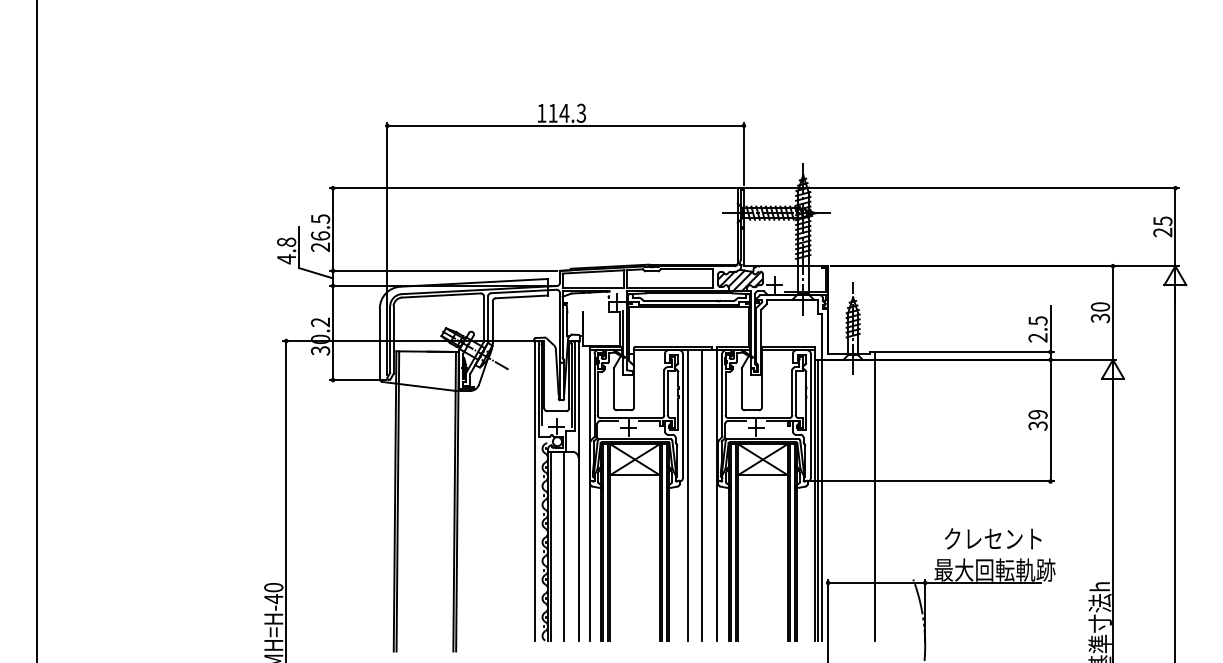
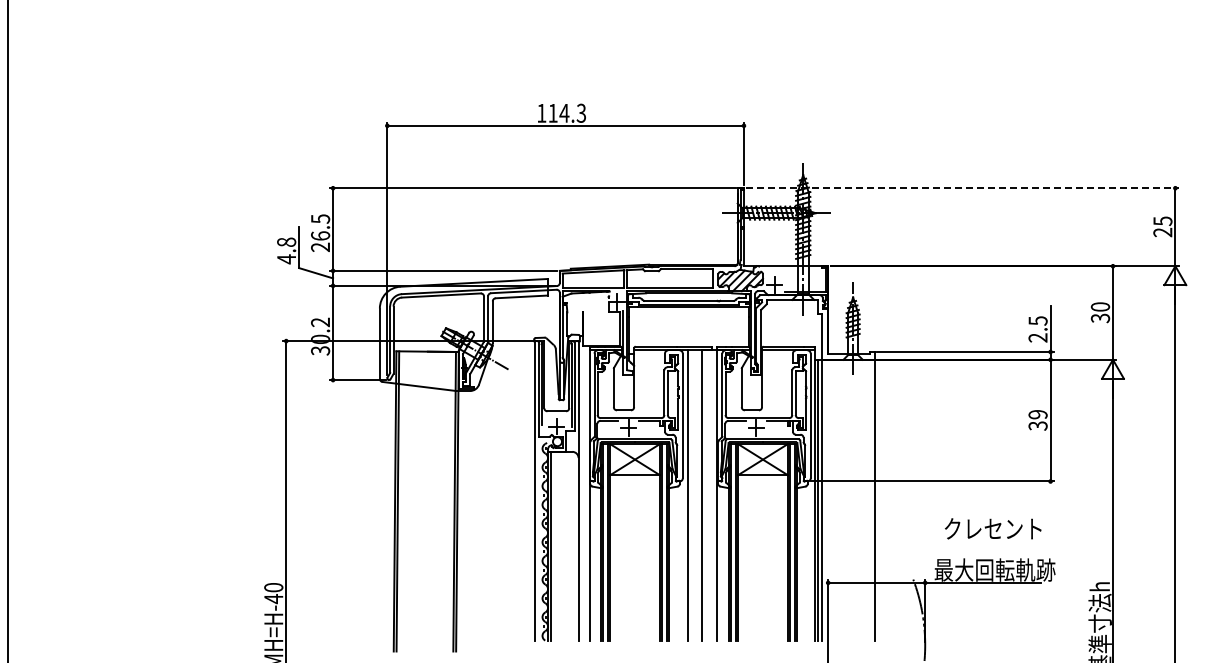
line at (962, 188): solid -> dashed
line at (36, 330) position: (36, 330) -> (7, 330)
text at (993, 538) position: (993, 538) -> (993, 528)
line at (563, 545): present -> none
